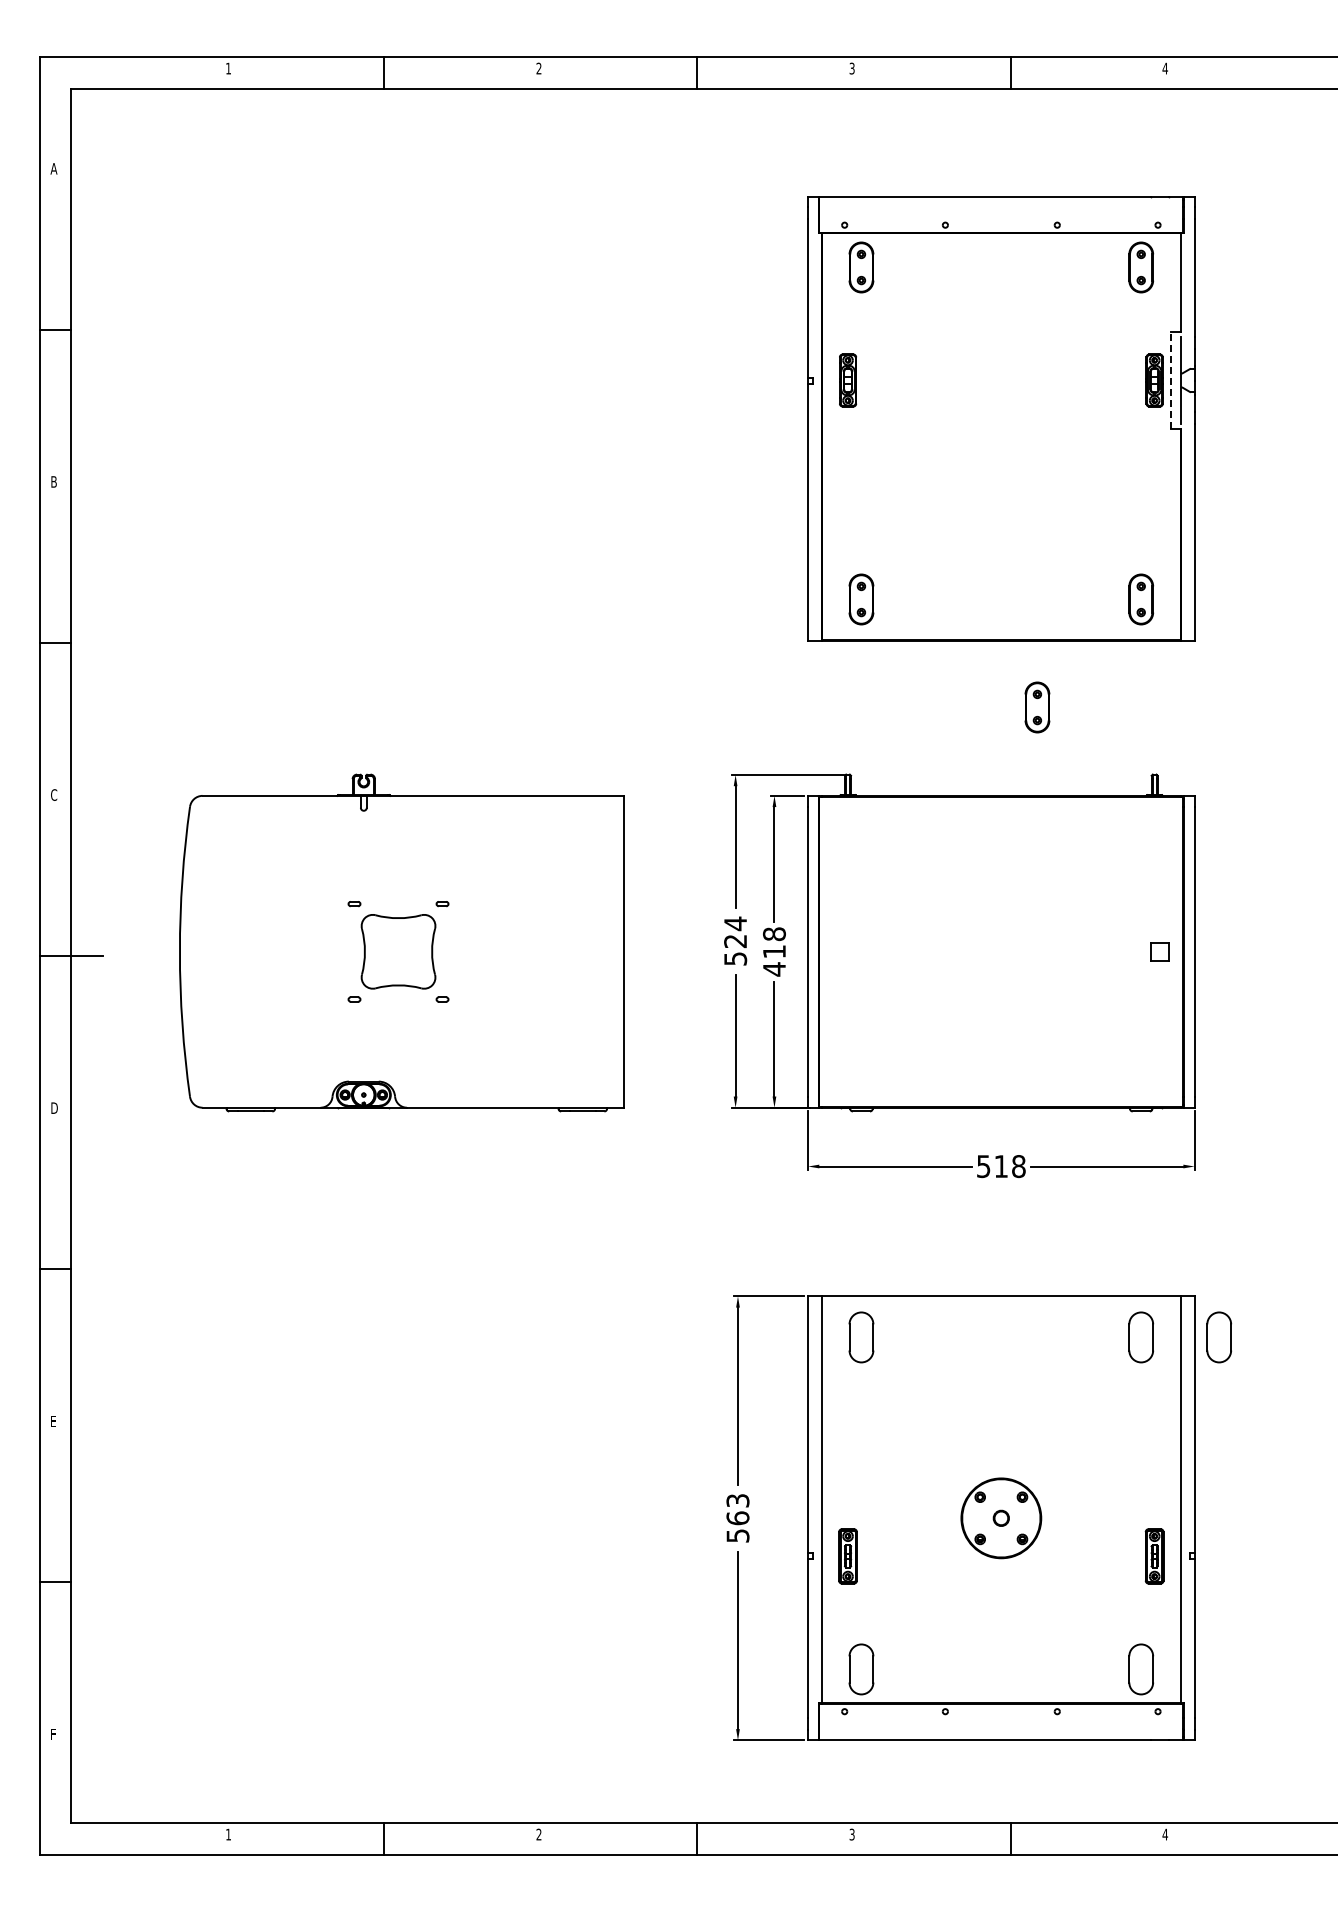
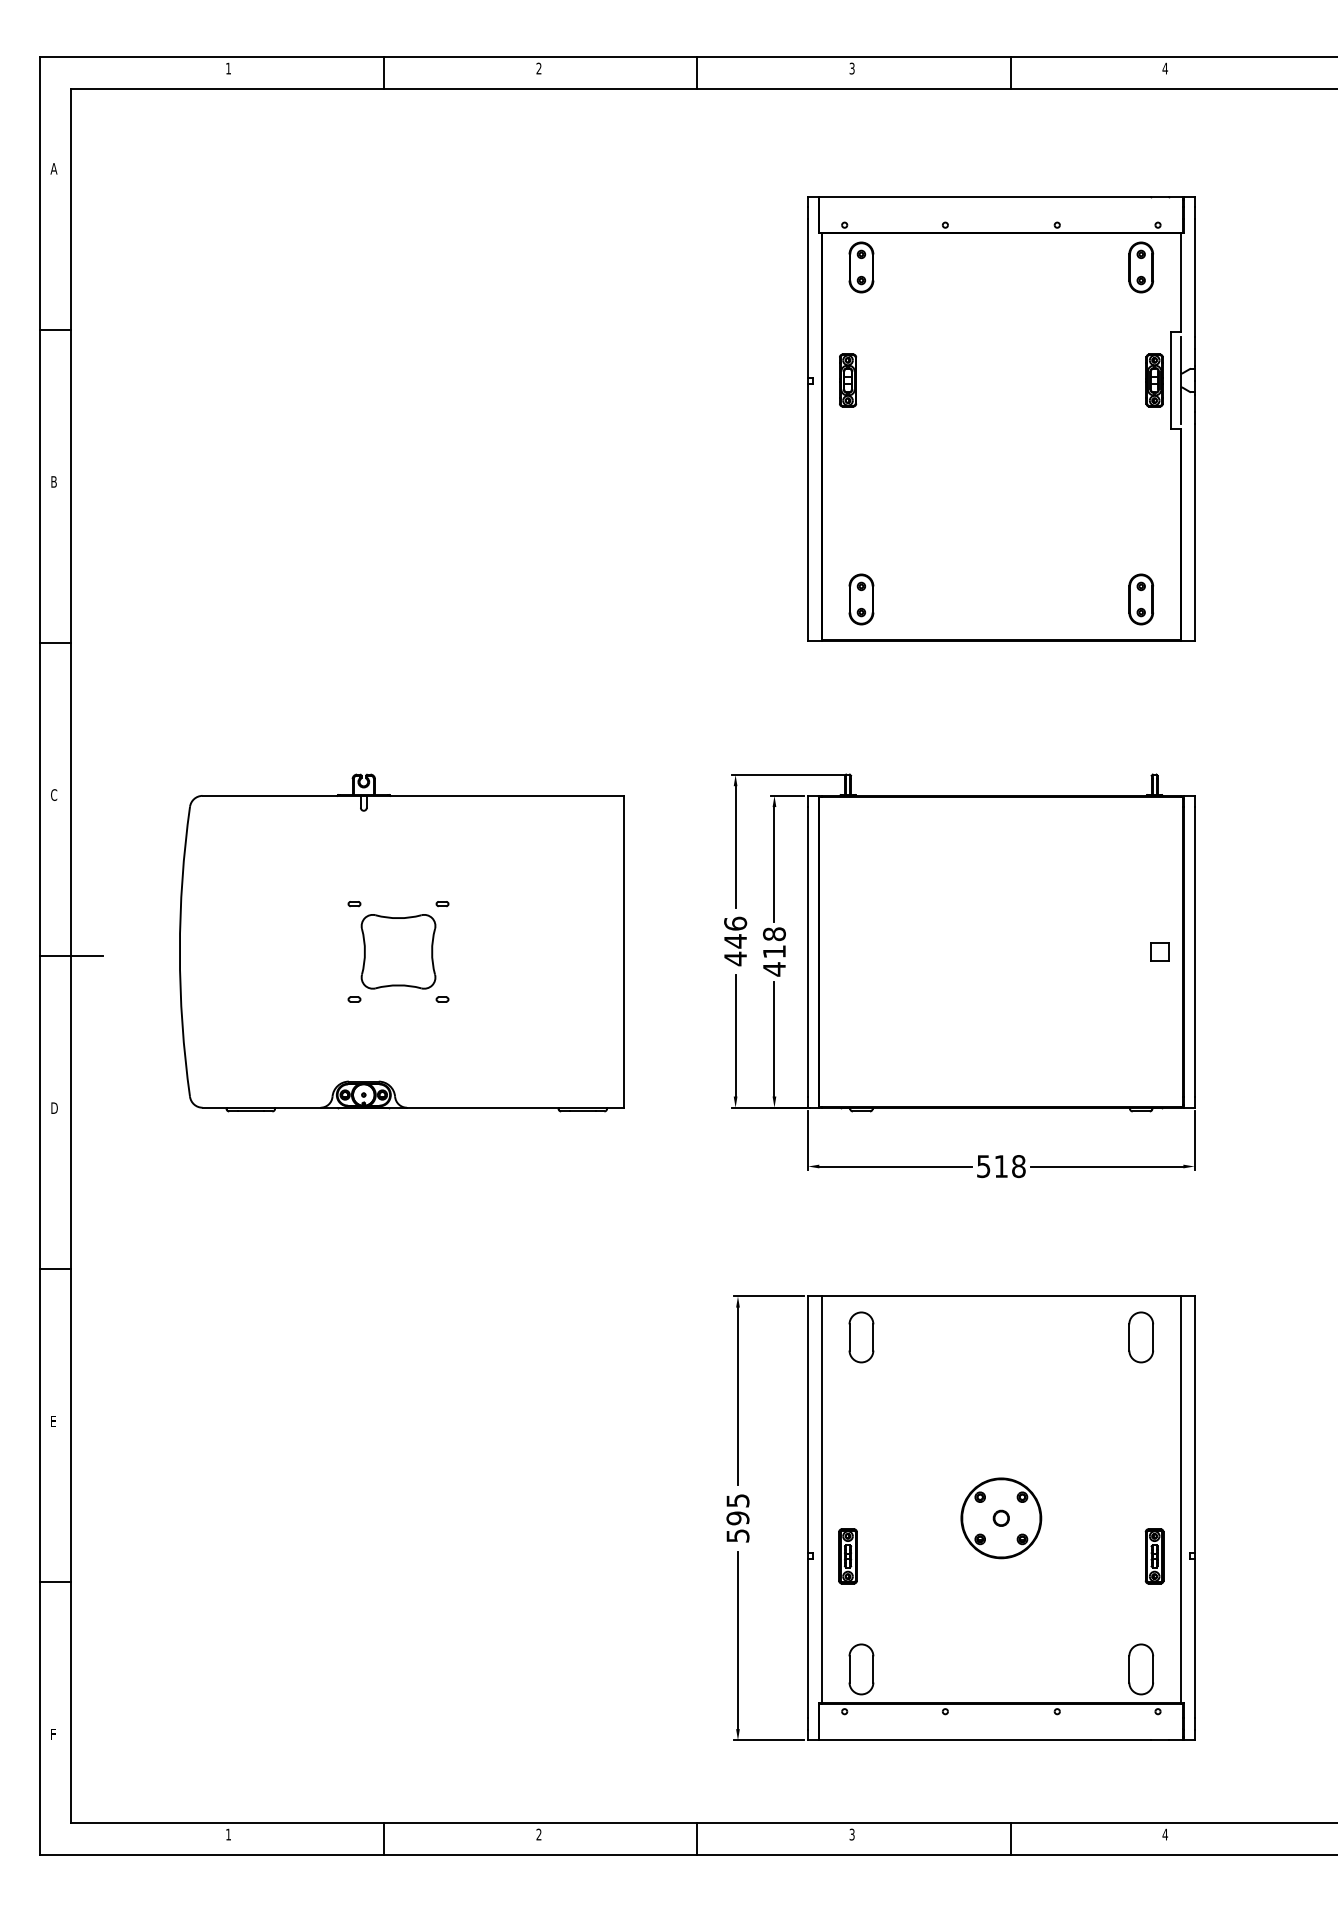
line at (1171, 380): dashed -> solid
part at (1037, 707): present -> none
text at (735, 941): 524 -> 446
part at (1218, 1337): present -> none
text at (737, 1509): 563 -> 595
